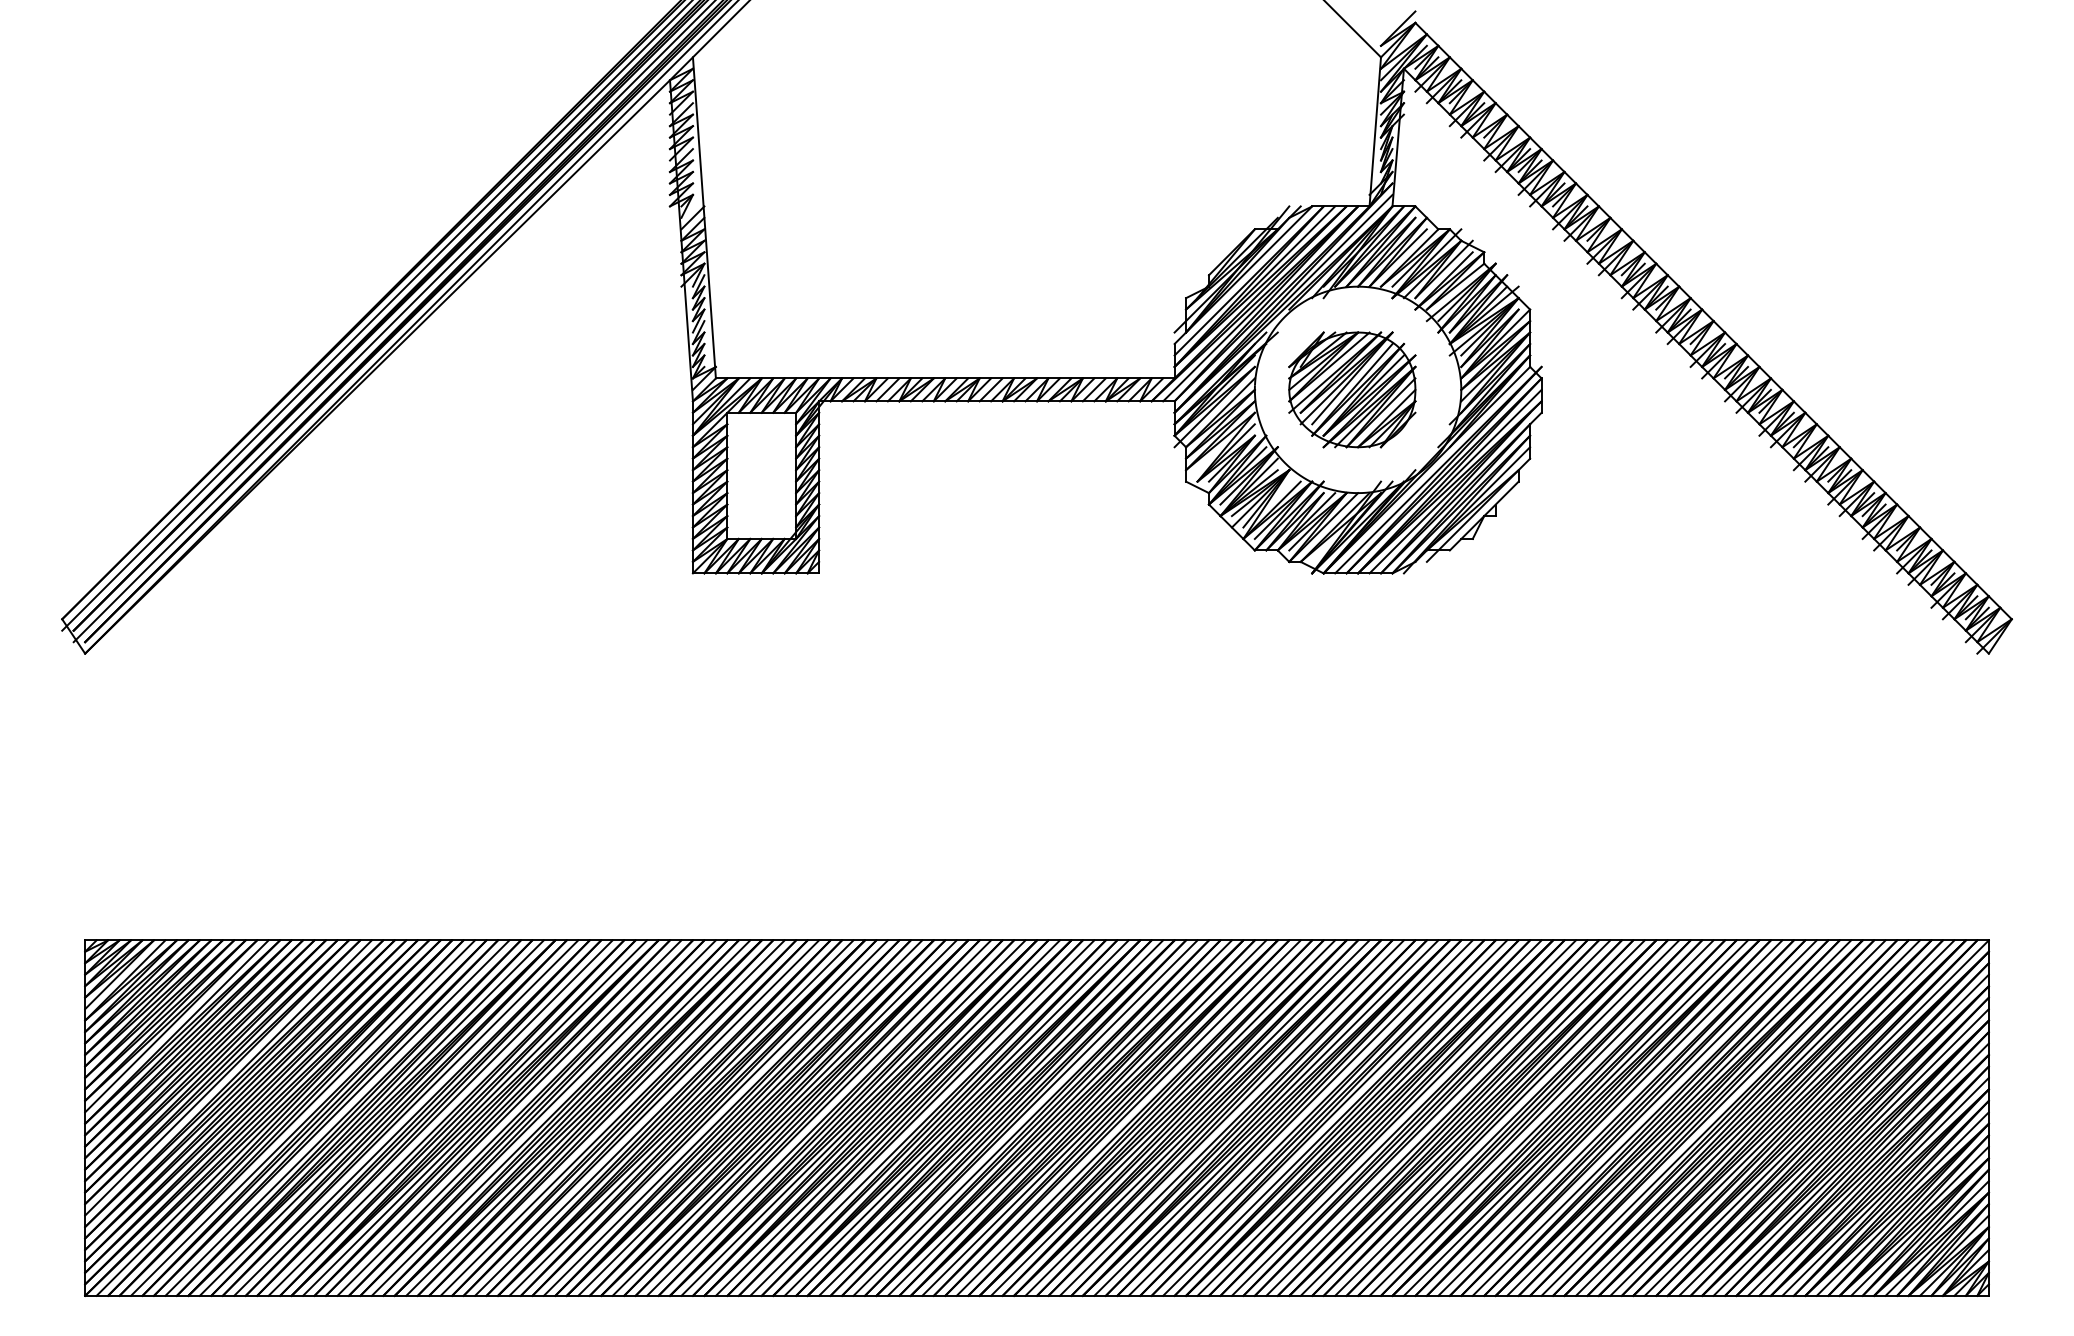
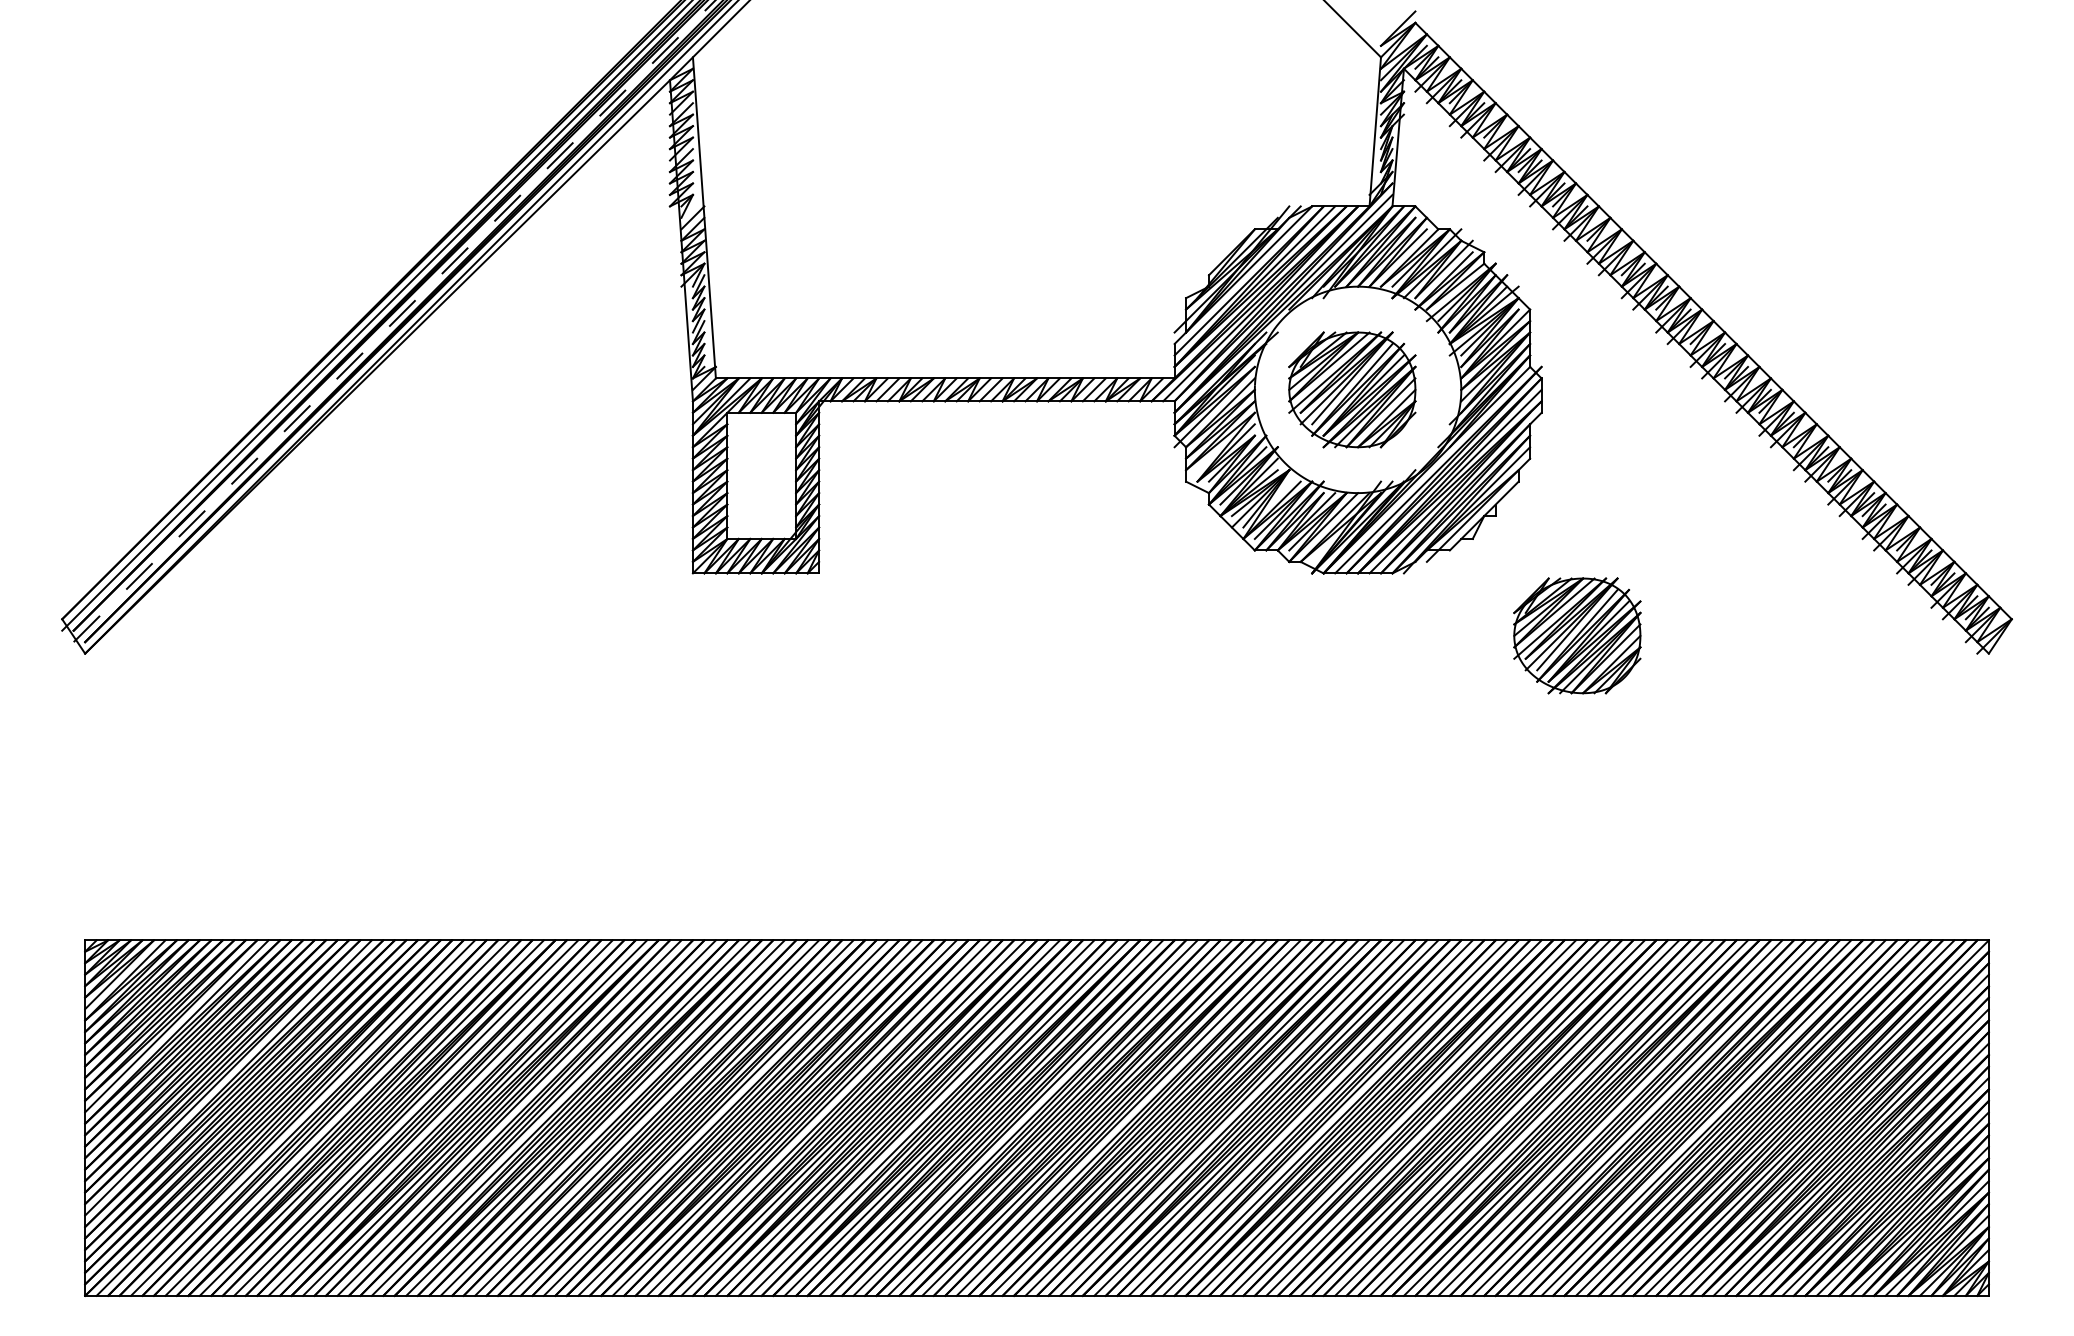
line at (394, 321): solid -> dashed
part at (1577, 635): none -> present
